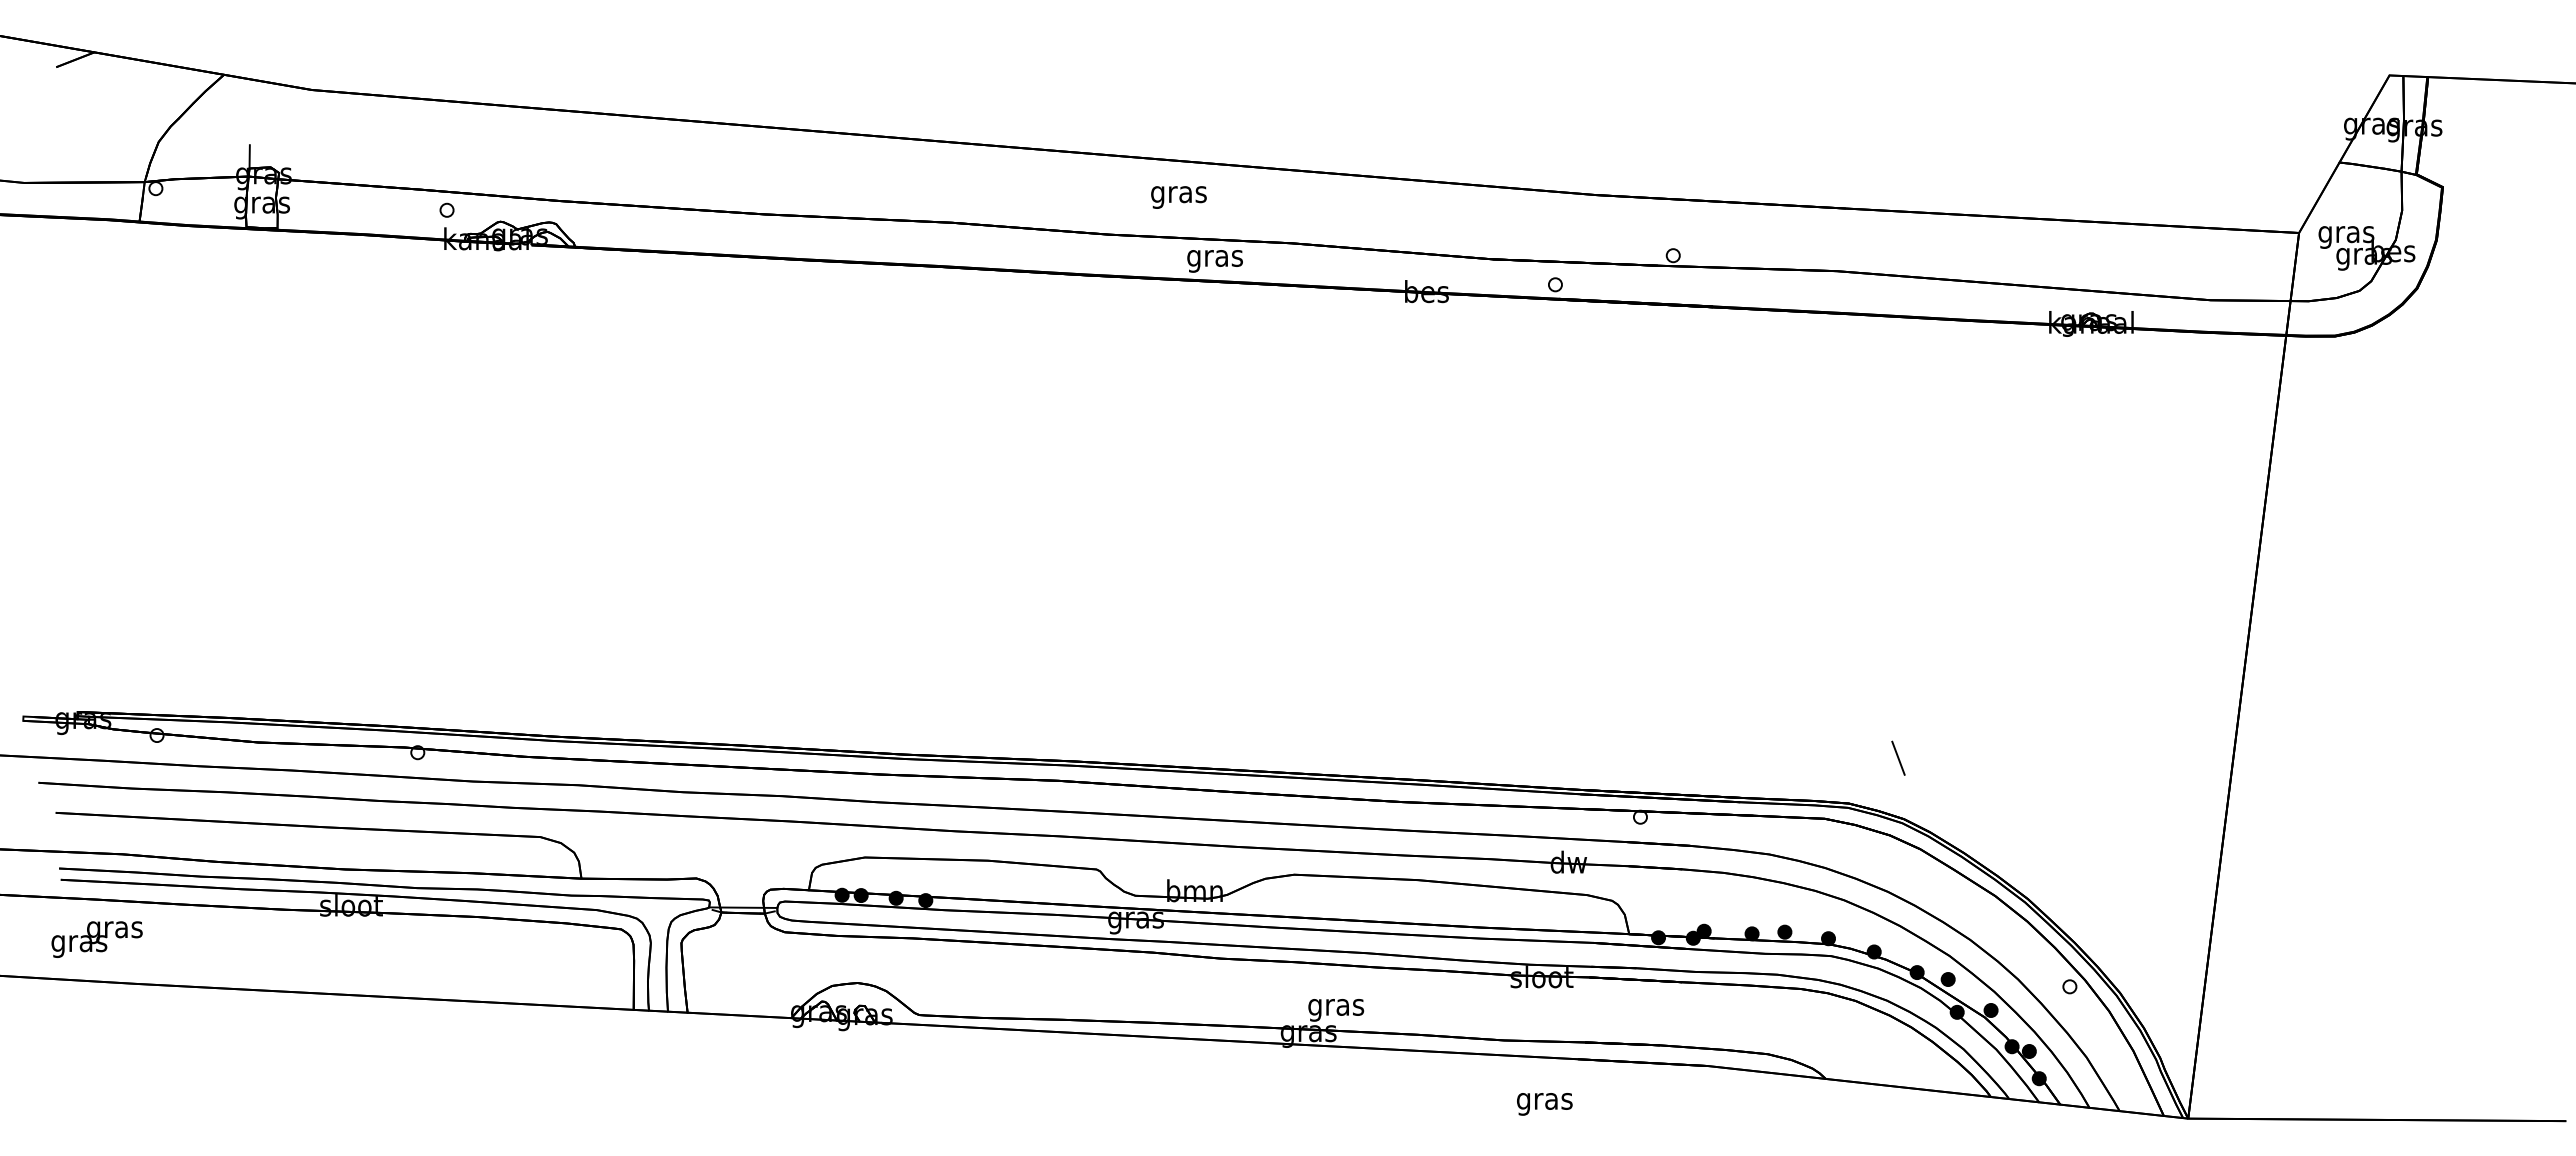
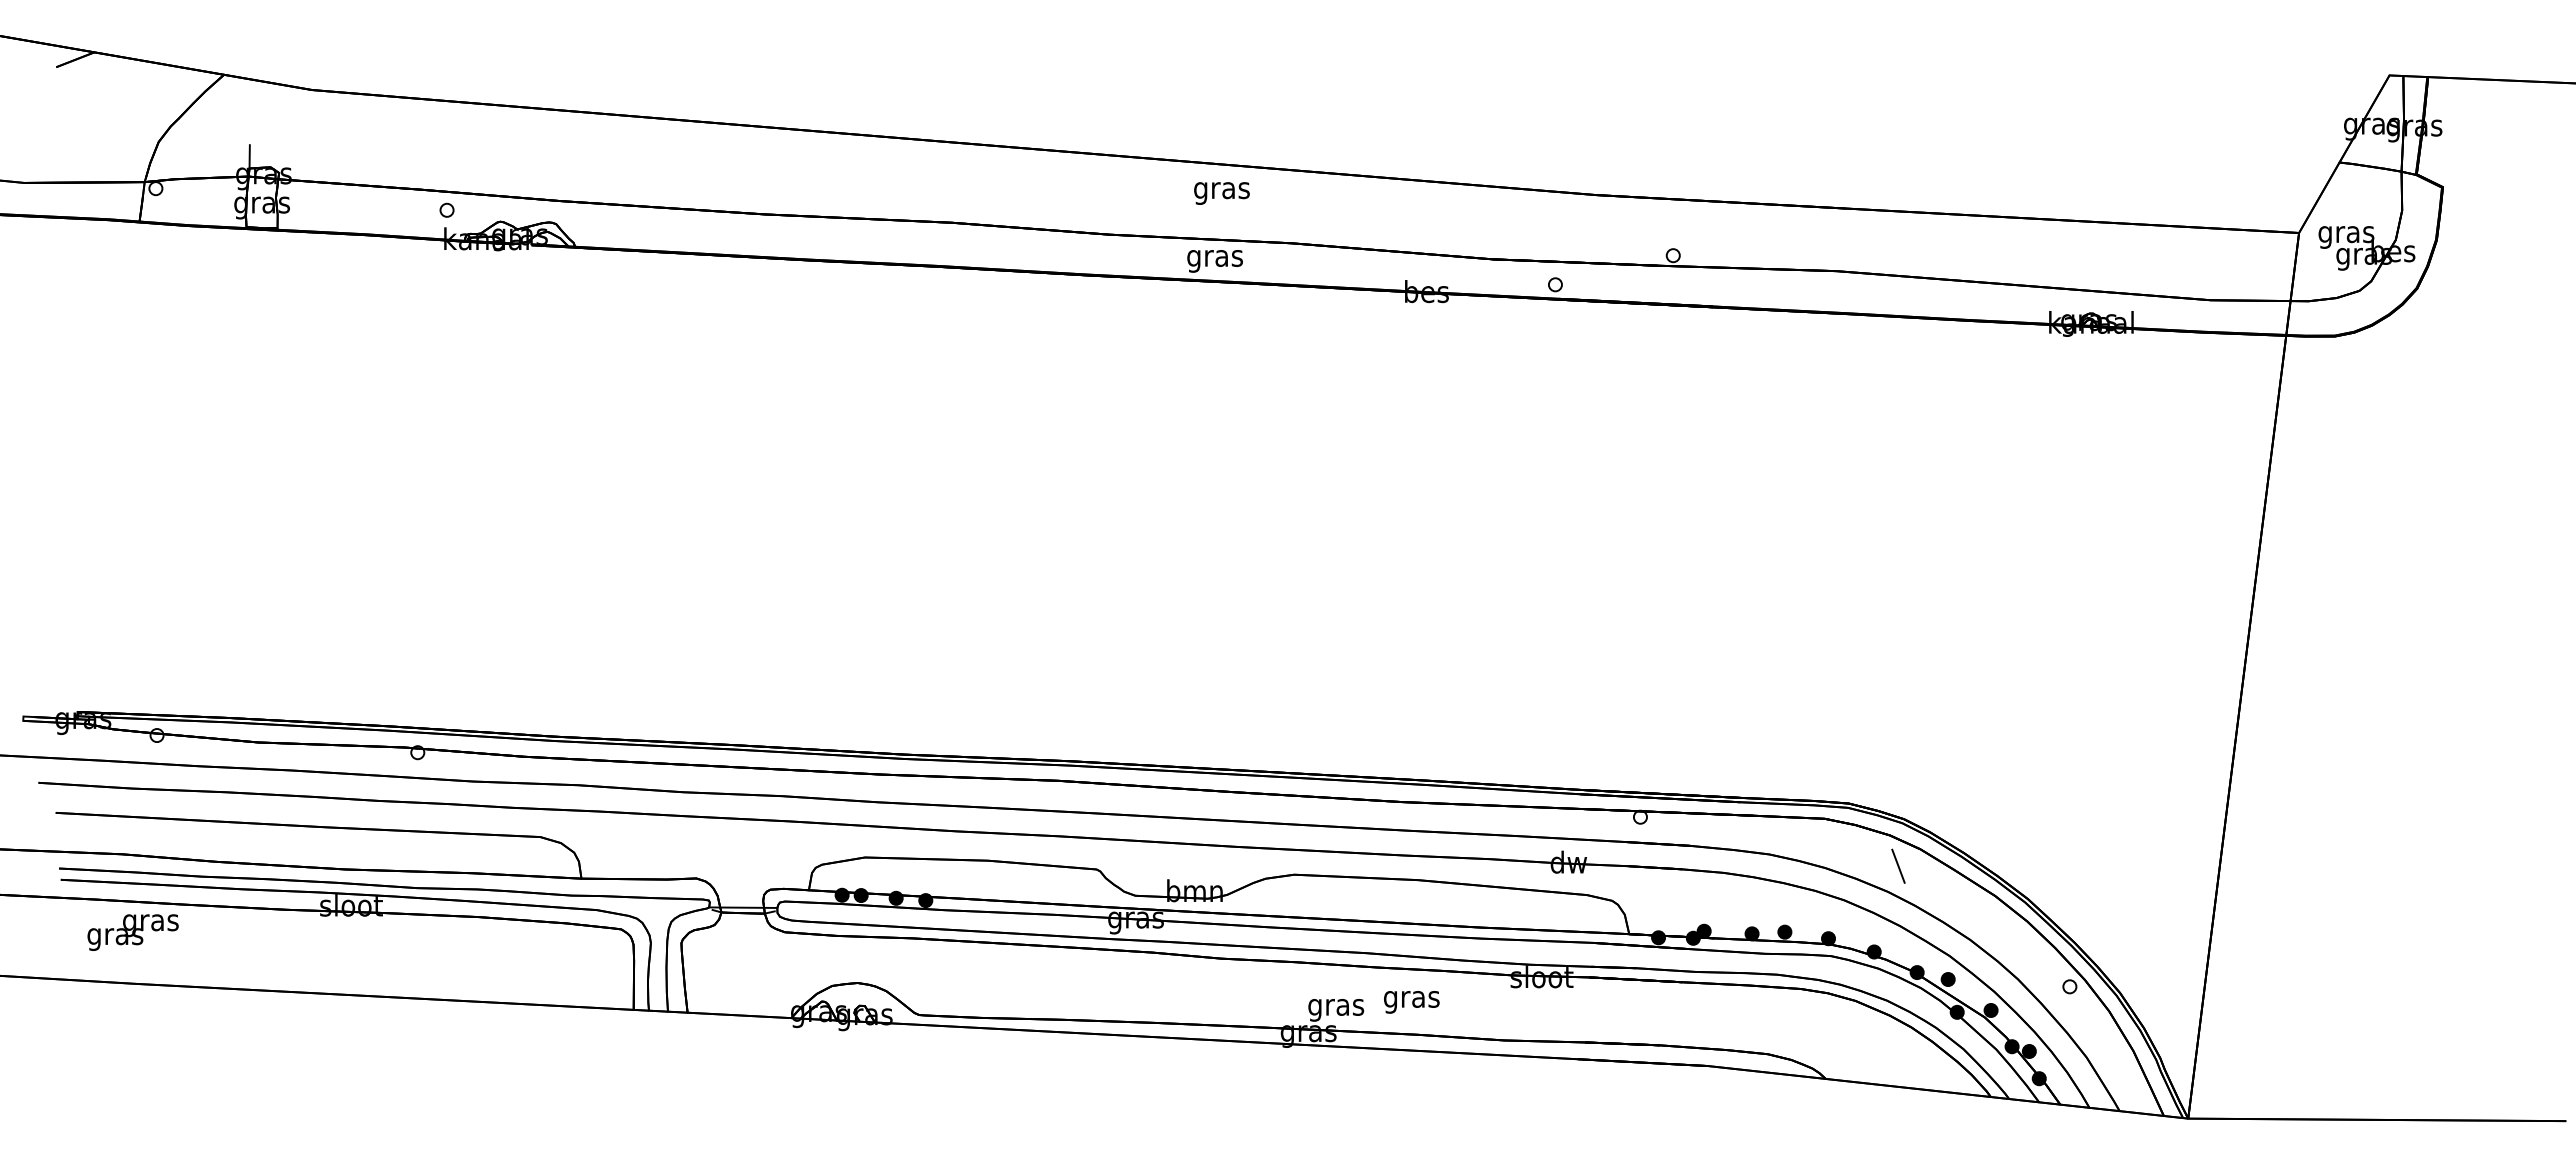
text at (1178, 197) position: (1178, 197) -> (1221, 193)
line at (1898, 757) position: (1898, 757) -> (1898, 865)
text at (96, 939) position: (96, 939) -> (132, 932)
text at (1544, 1104) position: (1544, 1104) -> (1411, 1002)
